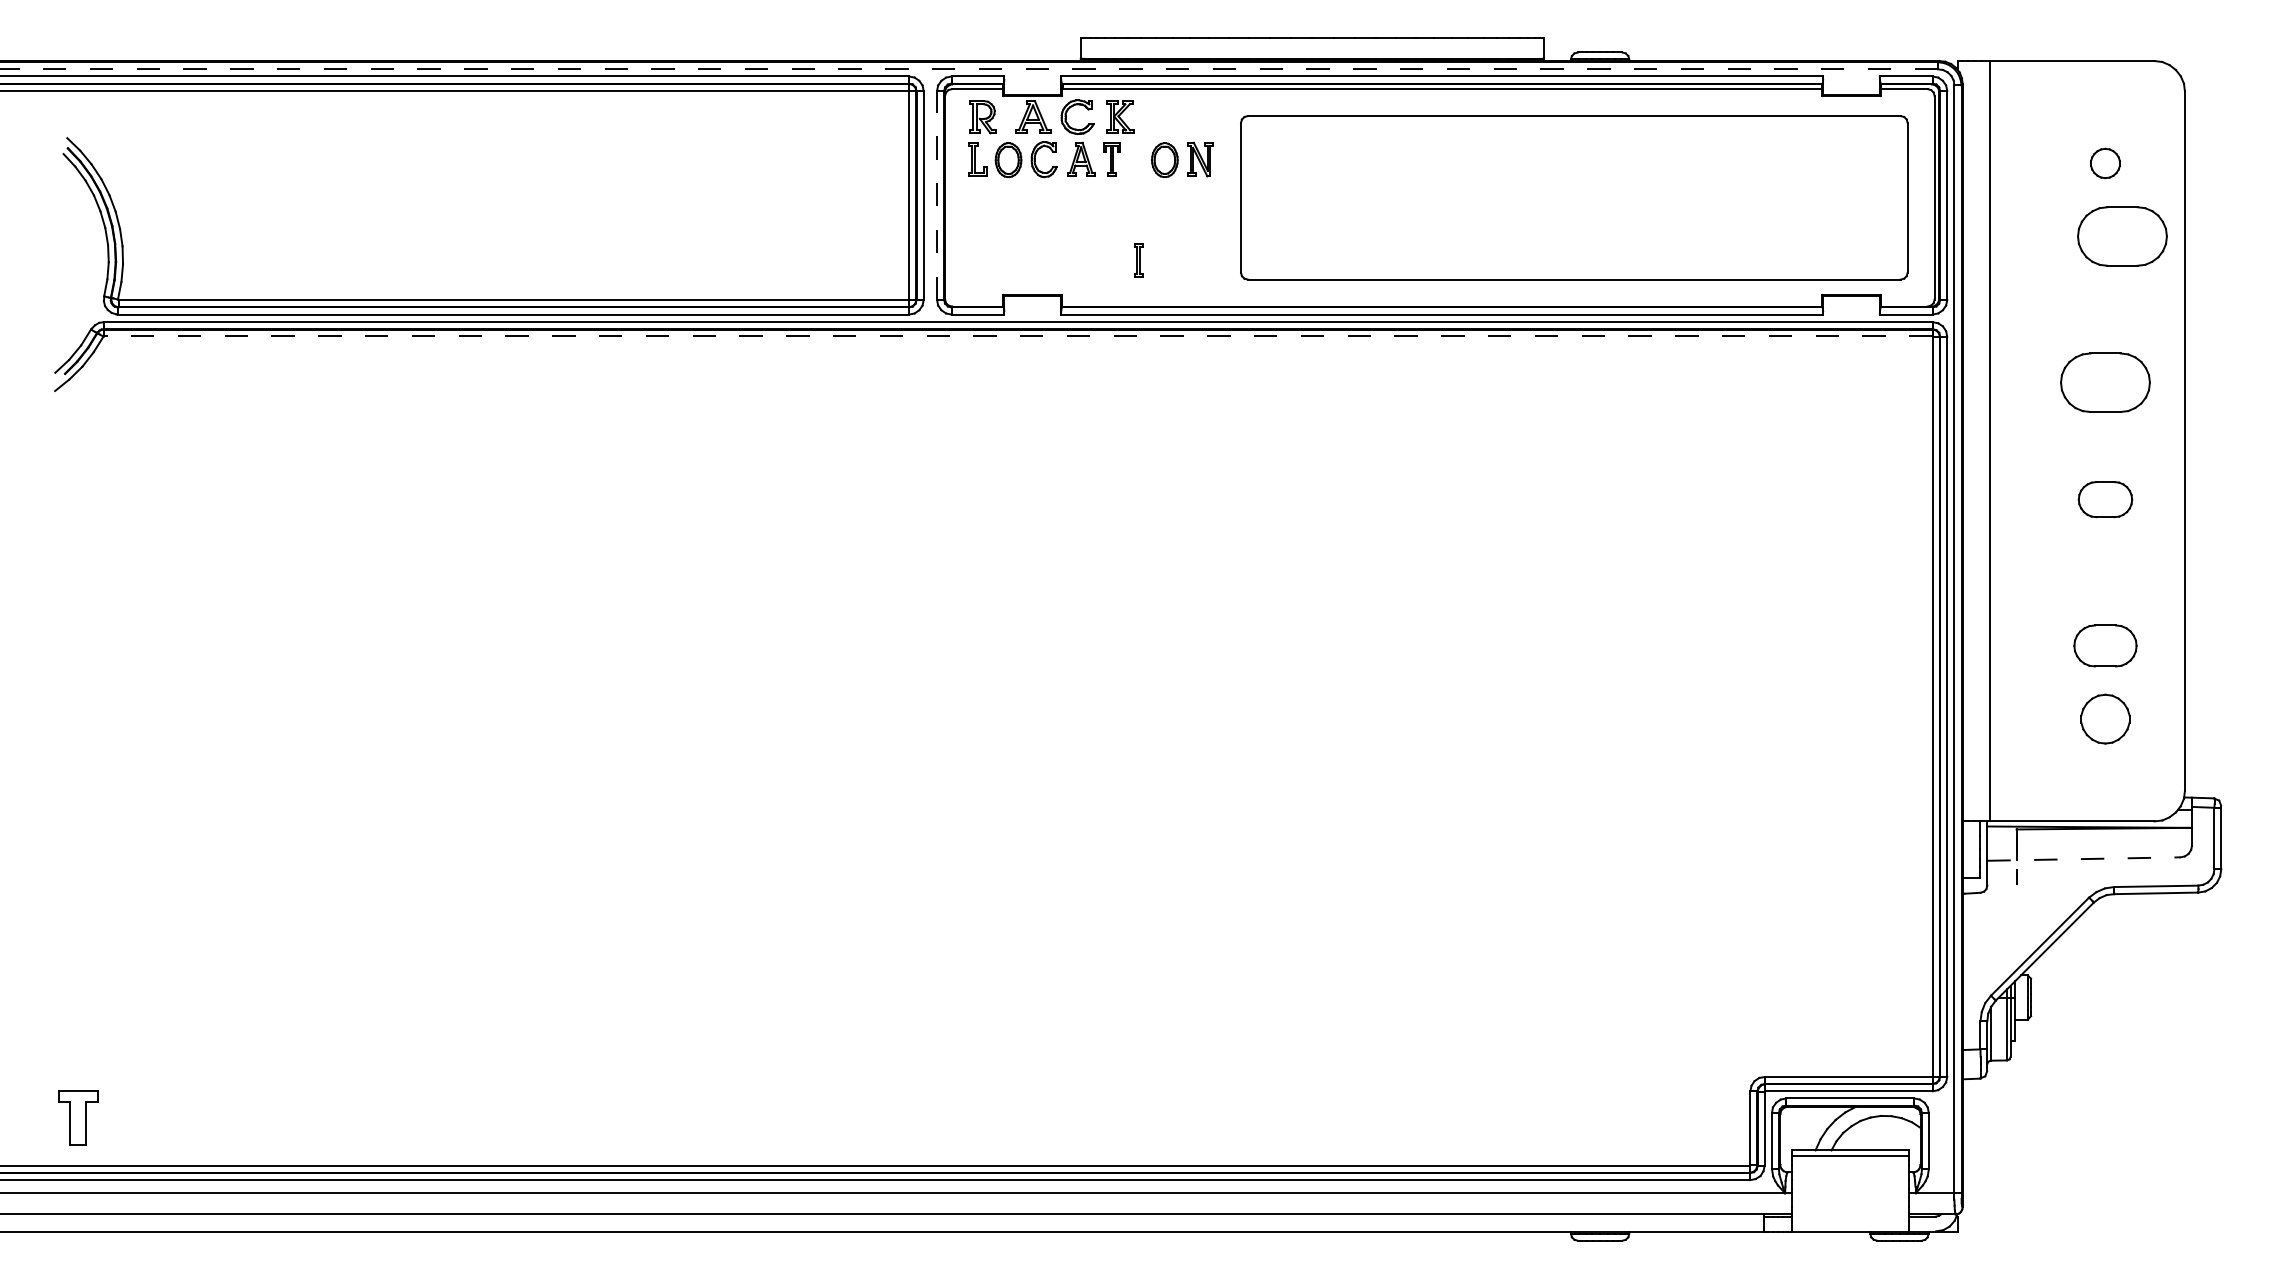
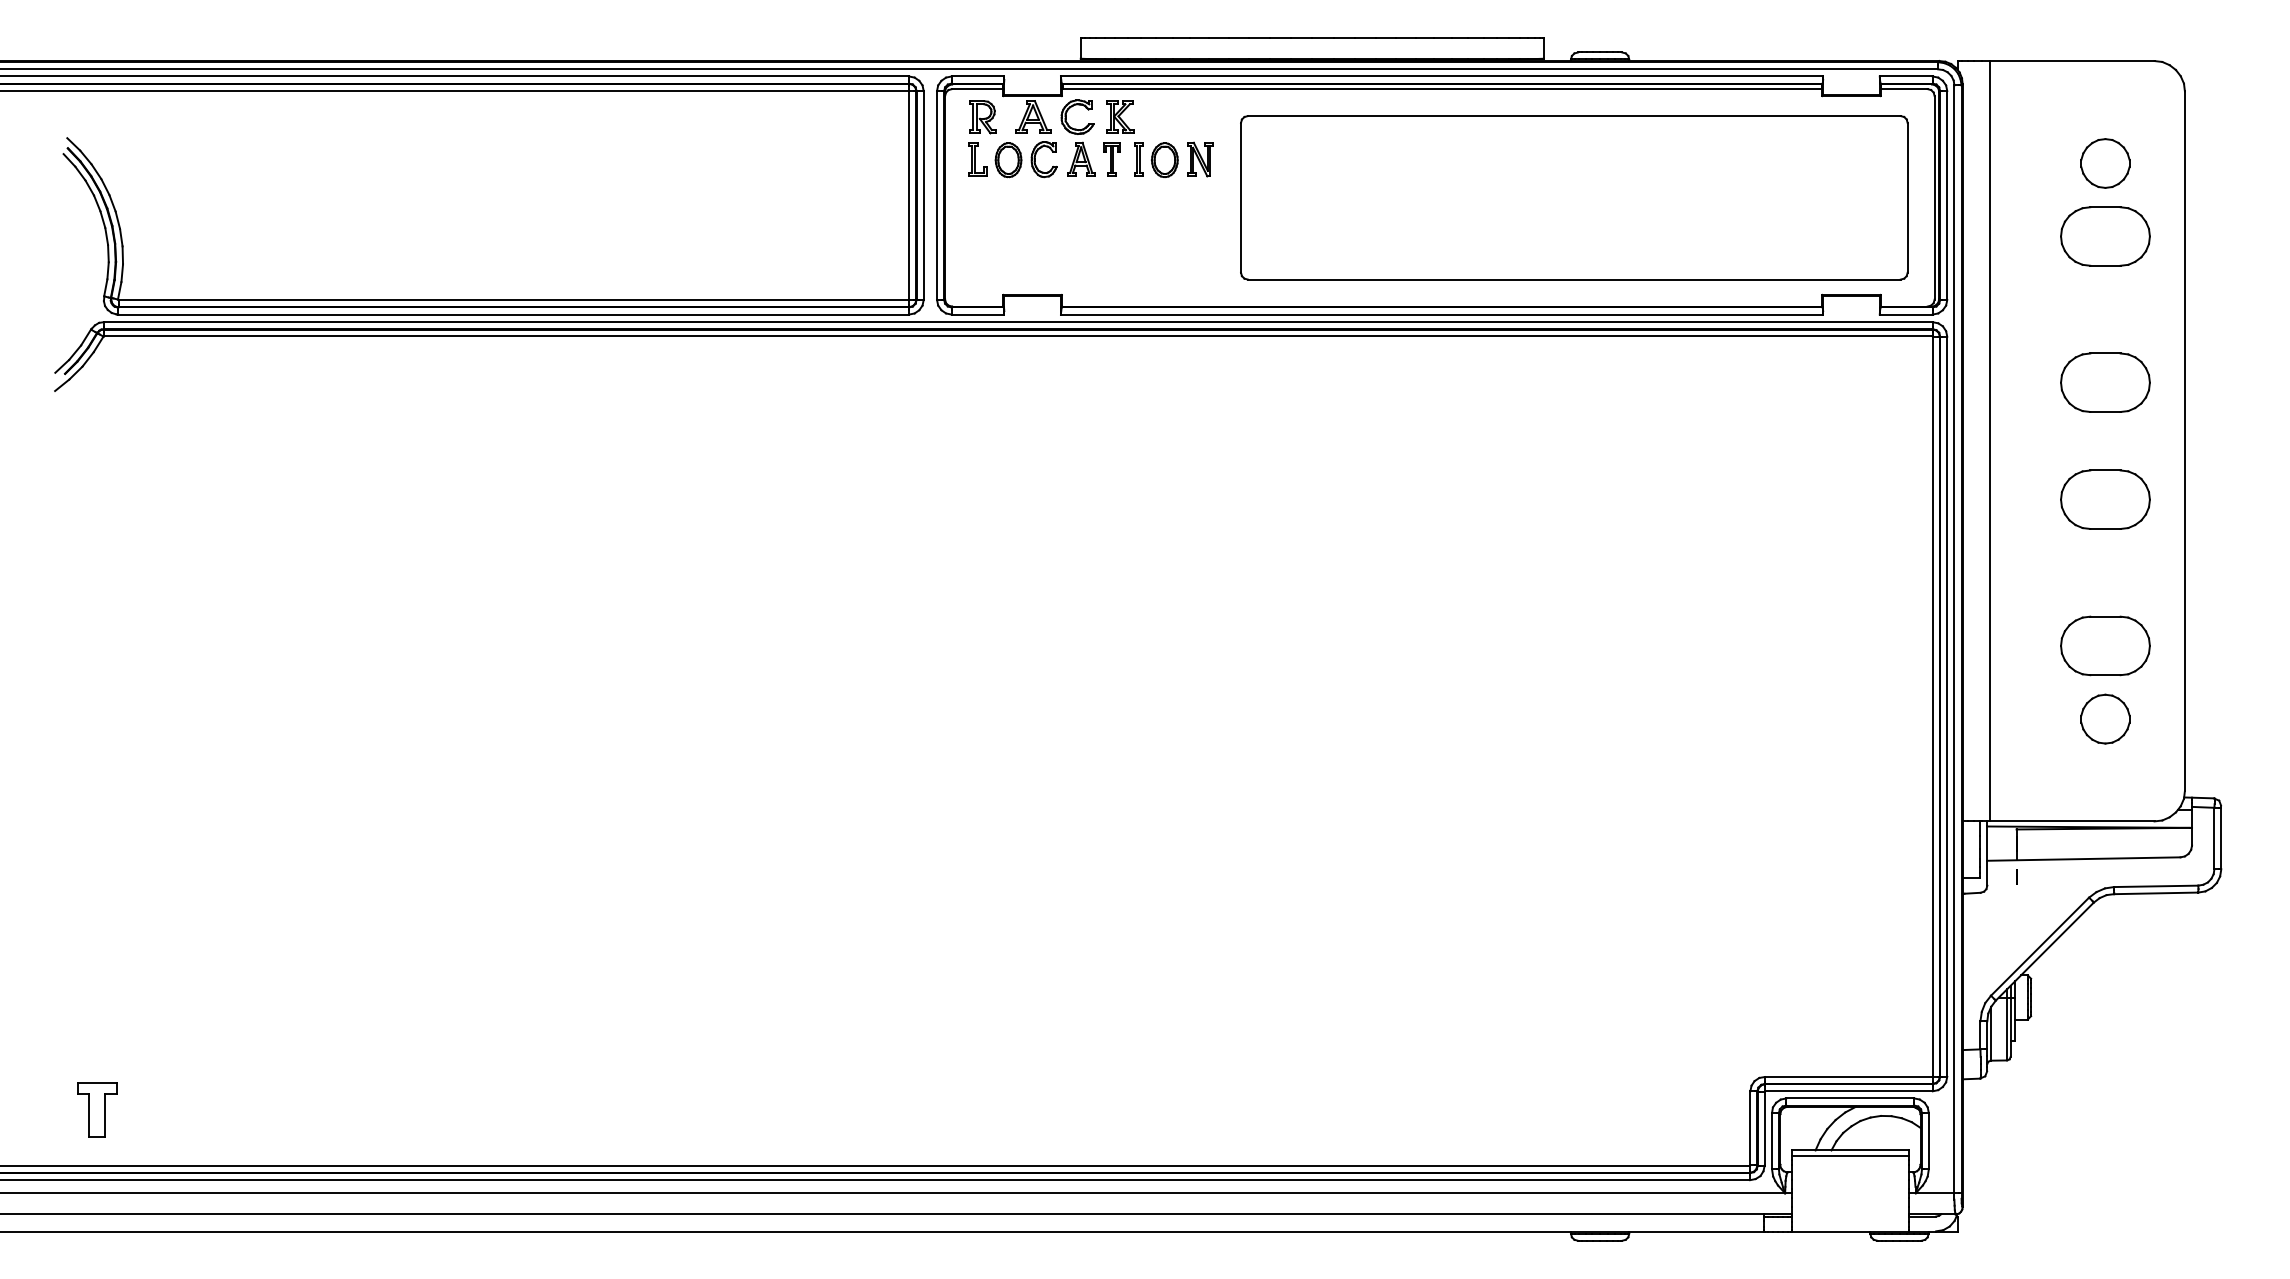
line at (969, 69): dashed -> solid
part at (2105, 163) size: 31x33 px -> 51x51 px
line at (937, 195): dashed -> solid
part at (2122, 236) position: (2122, 236) -> (2105, 236)
part at (1138, 260) position: (1138, 260) -> (1138, 159)
line at (1017, 336): dashed -> solid
part at (2105, 499) size: 57x38 px -> 91x61 px
part at (2105, 645) size: 65x44 px -> 91x62 px
line at (2083, 859): dashed -> solid
part at (78, 1117) position: (78, 1117) -> (97, 1109)
